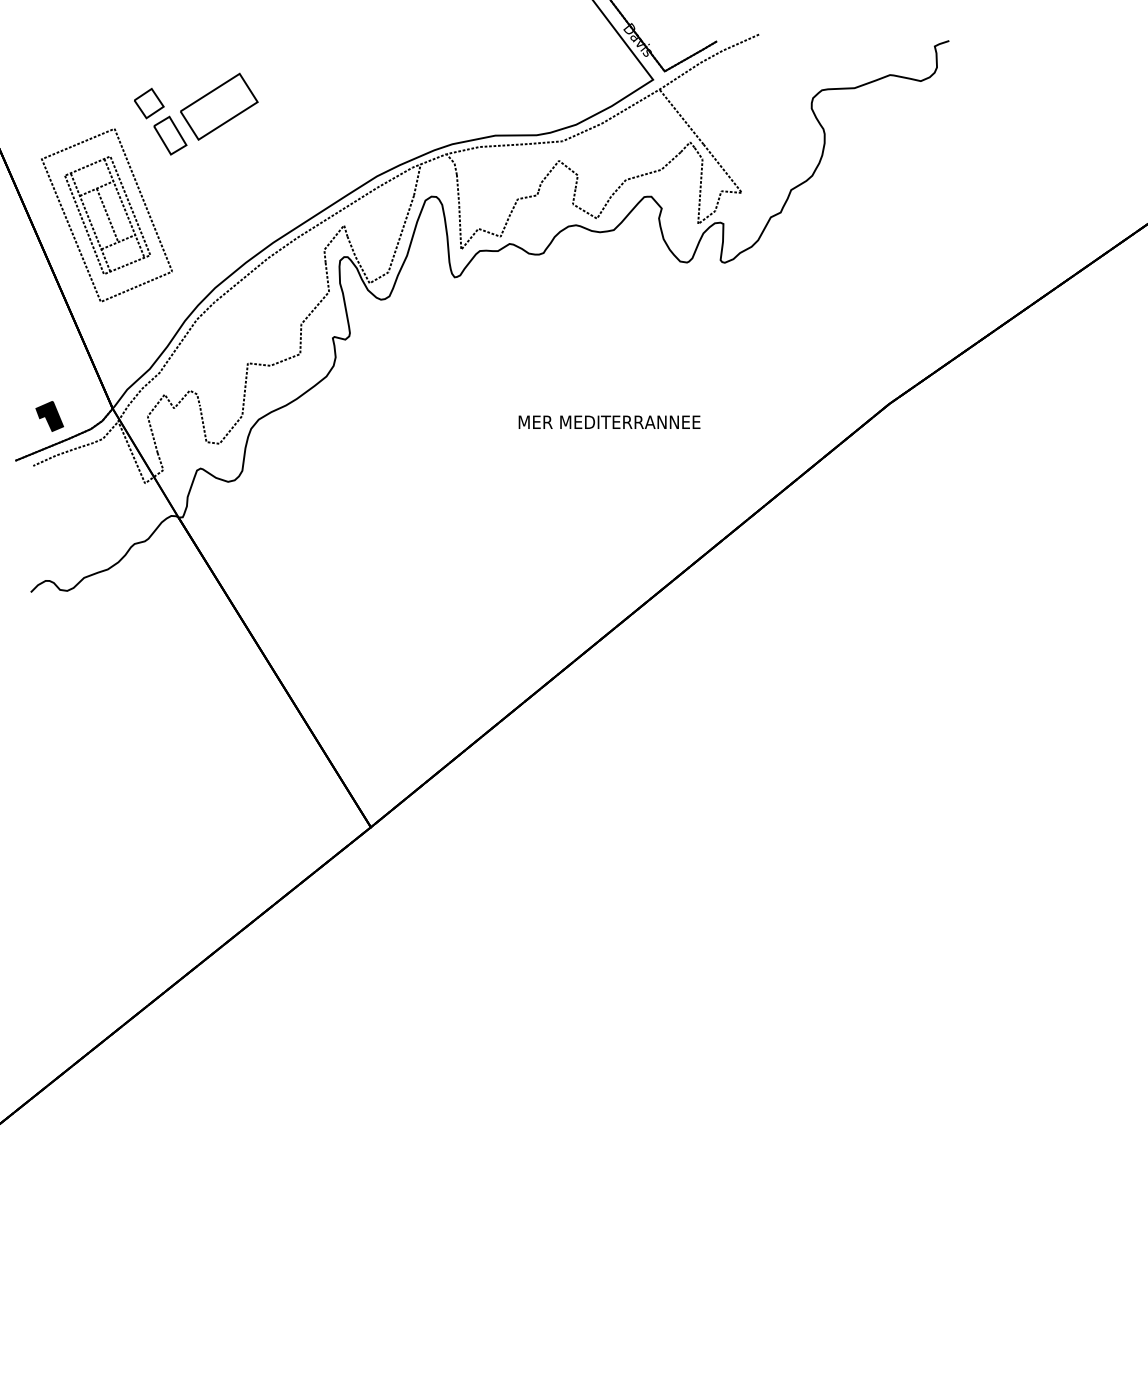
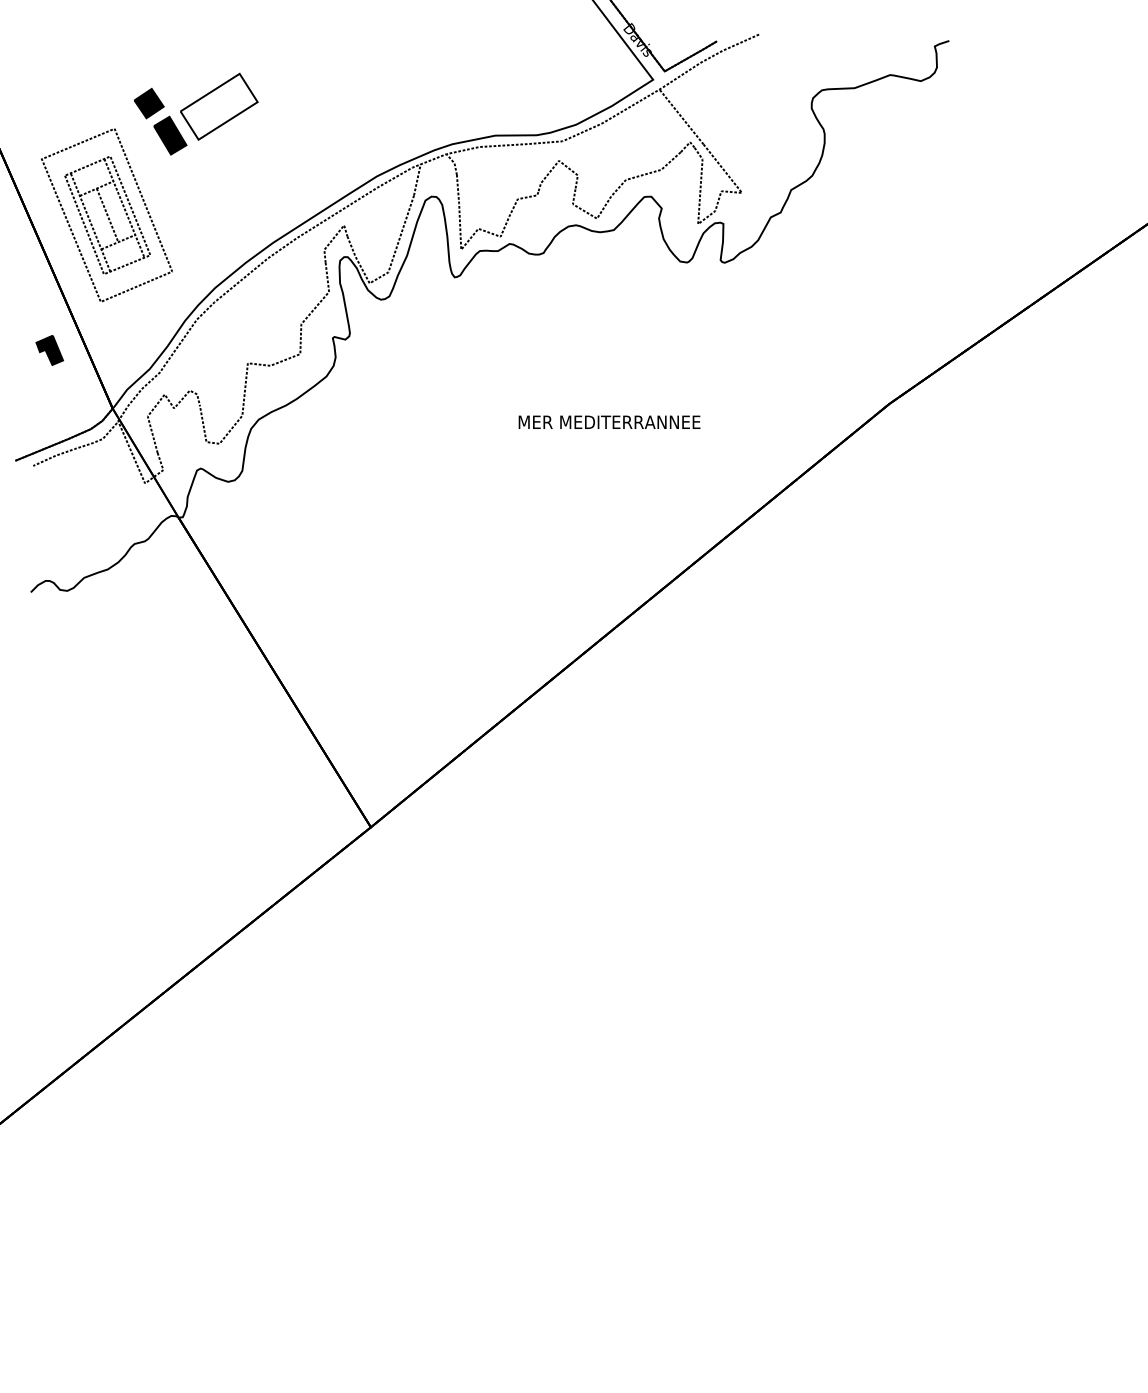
fill at (148, 103): none -> present
fill at (170, 135): none -> present
part at (49, 416) position: (49, 416) -> (49, 350)
